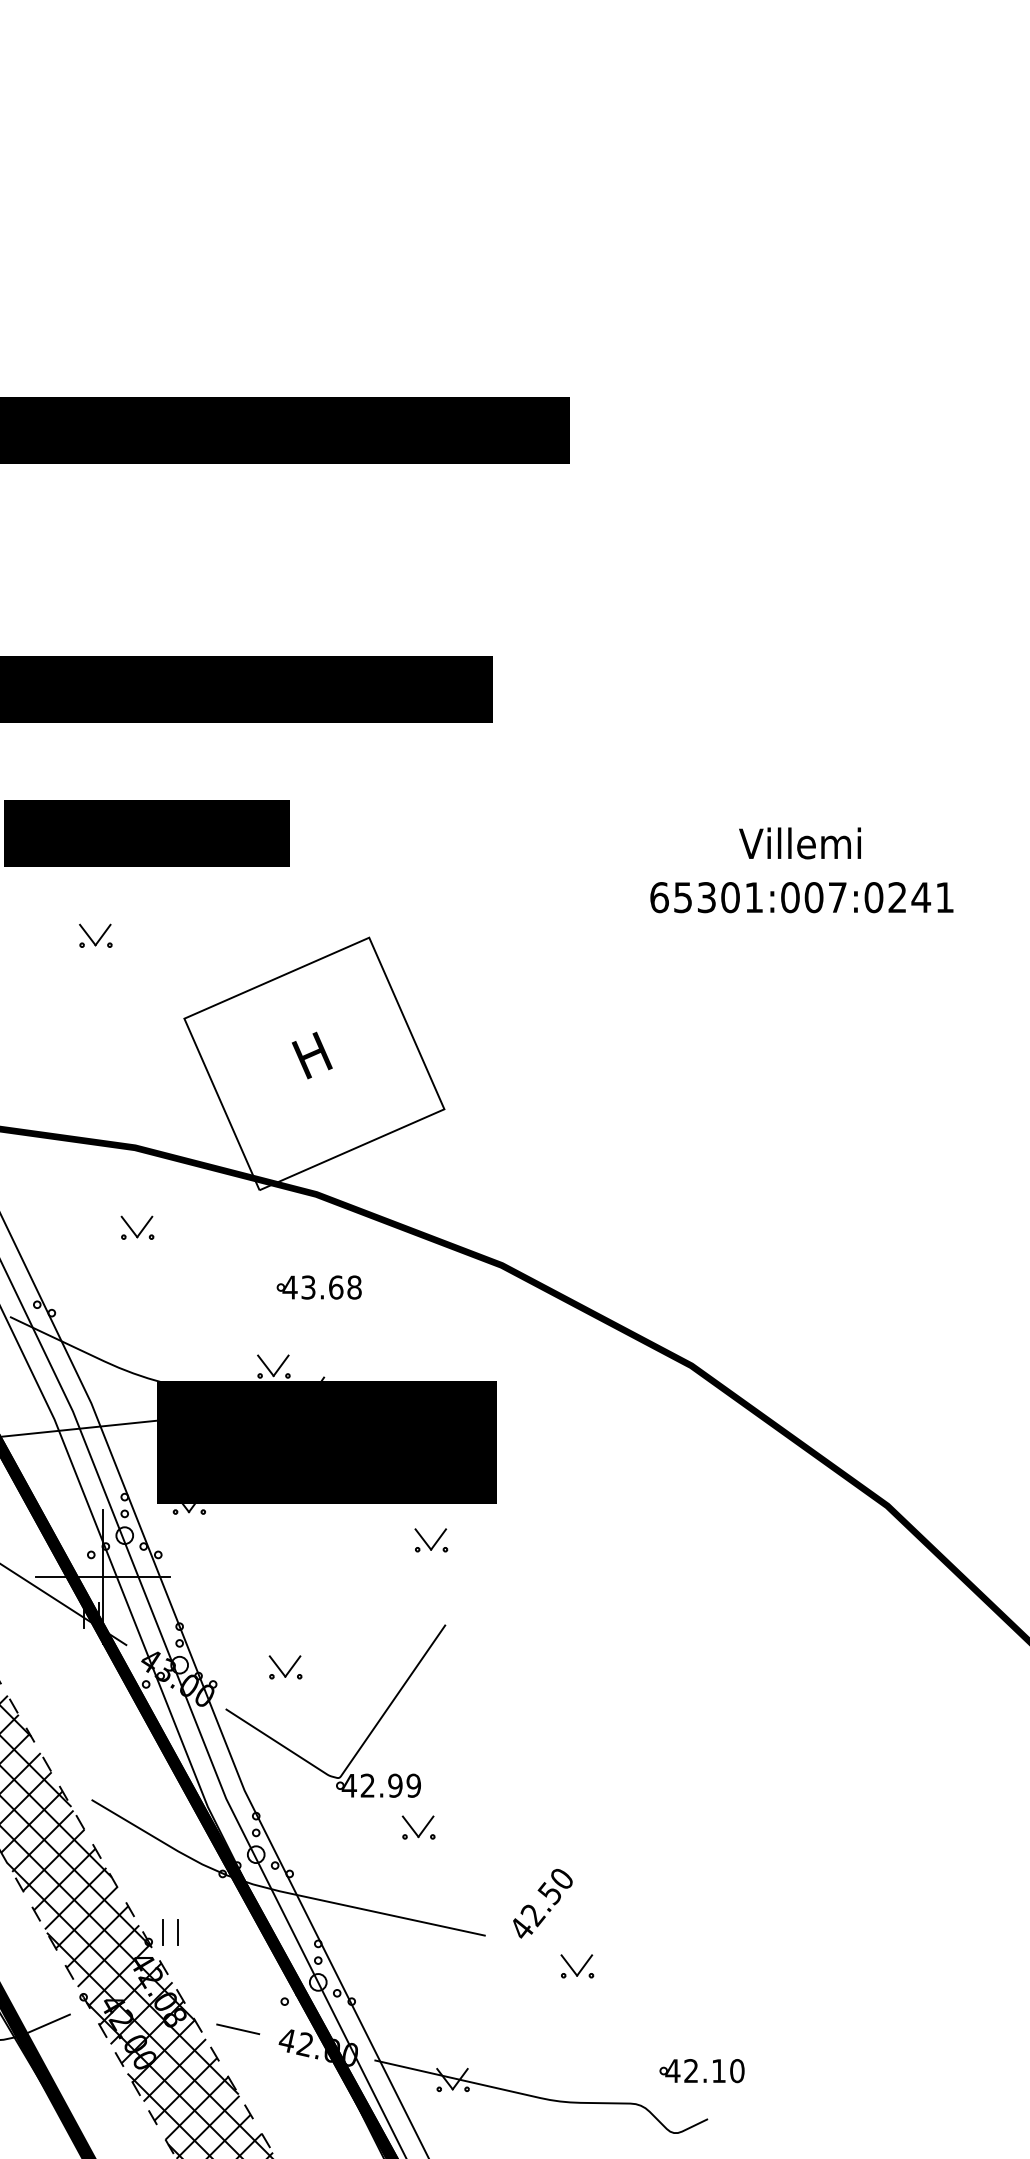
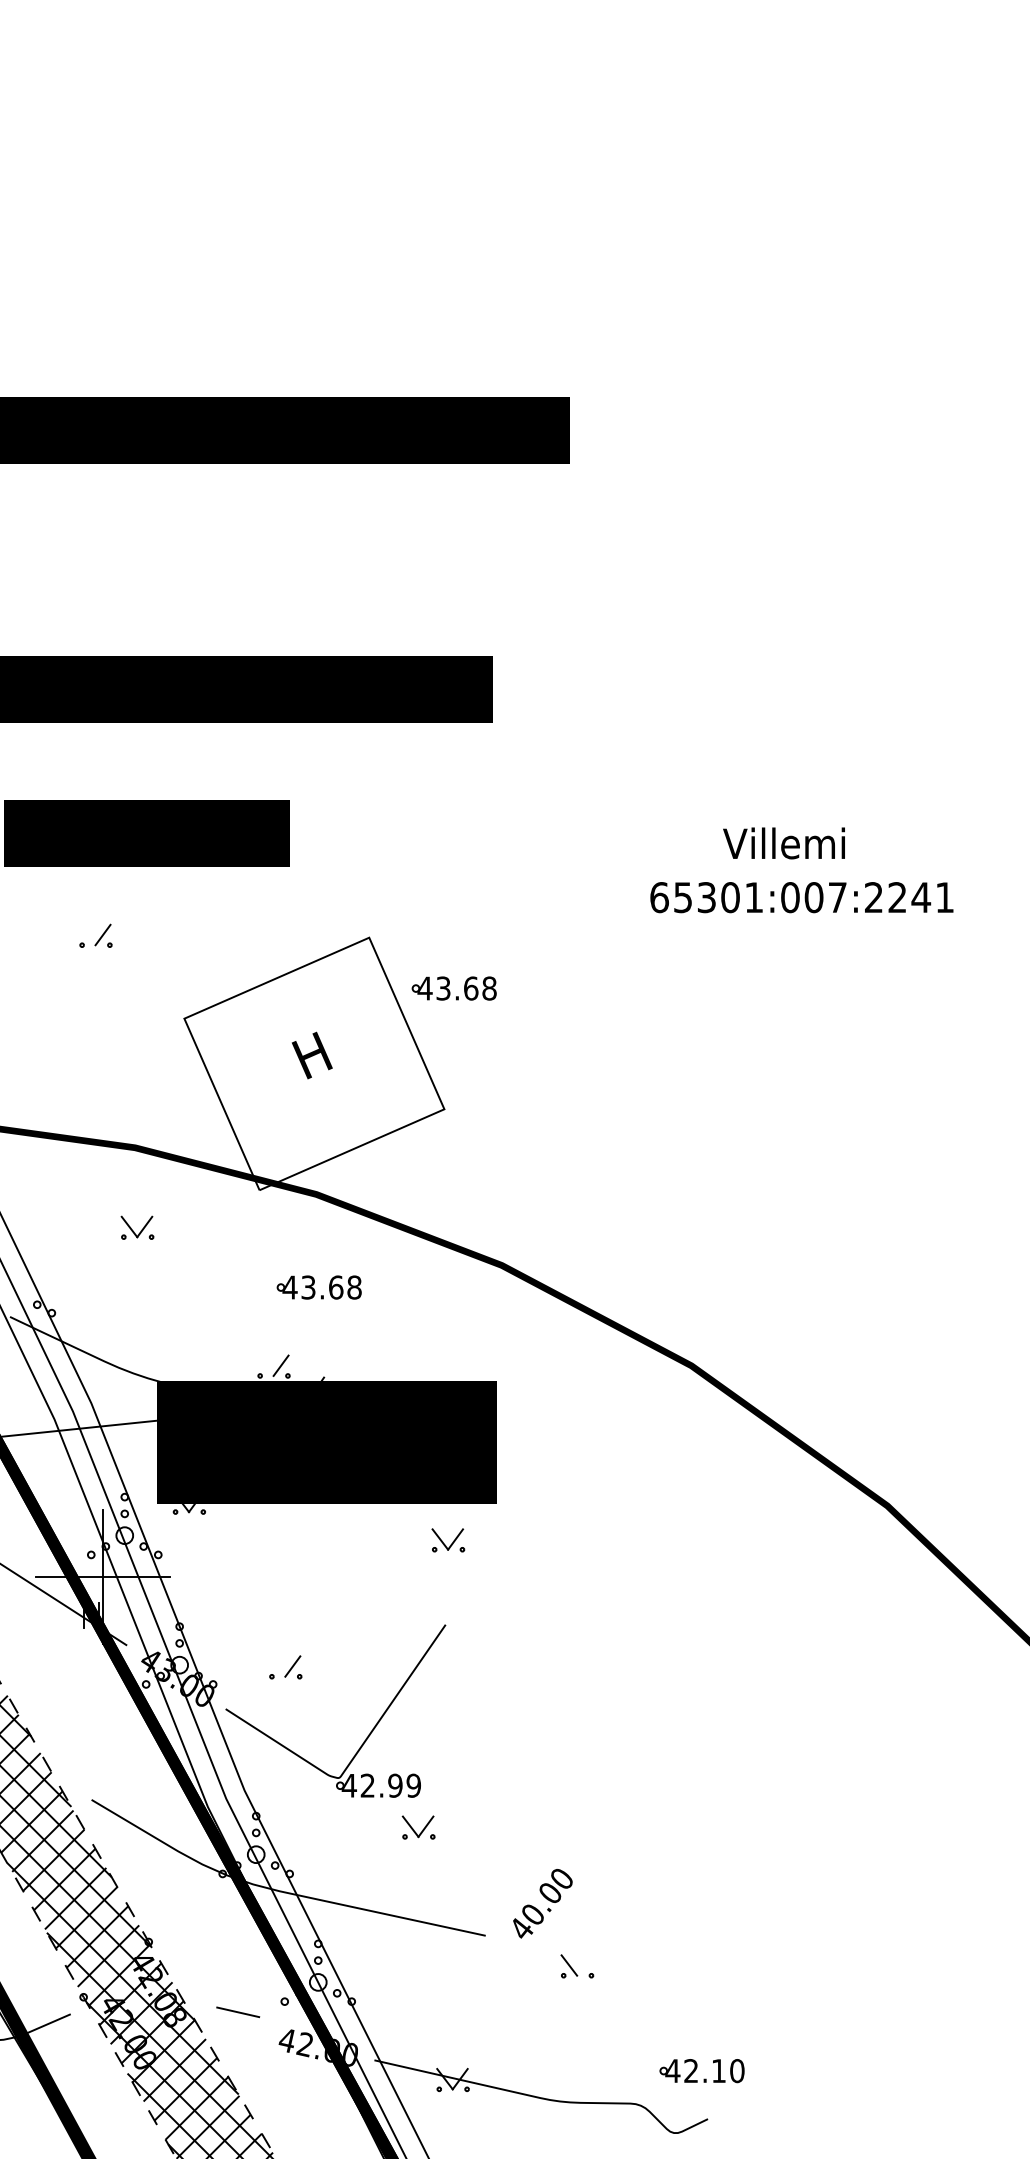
text at (799, 843) position: (799, 843) -> (783, 843)
text at (873, 897): 65301:007:0241 -> 65301:007:2241
line at (87, 934): present -> none
part at (453, 988): none -> present
line at (265, 1365): present -> none
part at (431, 1540) position: (431, 1540) -> (448, 1540)
line at (277, 1666): present -> none
text at (540, 1904): 42.50 -> 40.00
line at (163, 1932): present -> none
line at (178, 1932): present -> none
line at (584, 1965): present -> none
line at (238, 2029) position: (238, 2029) -> (238, 2012)
